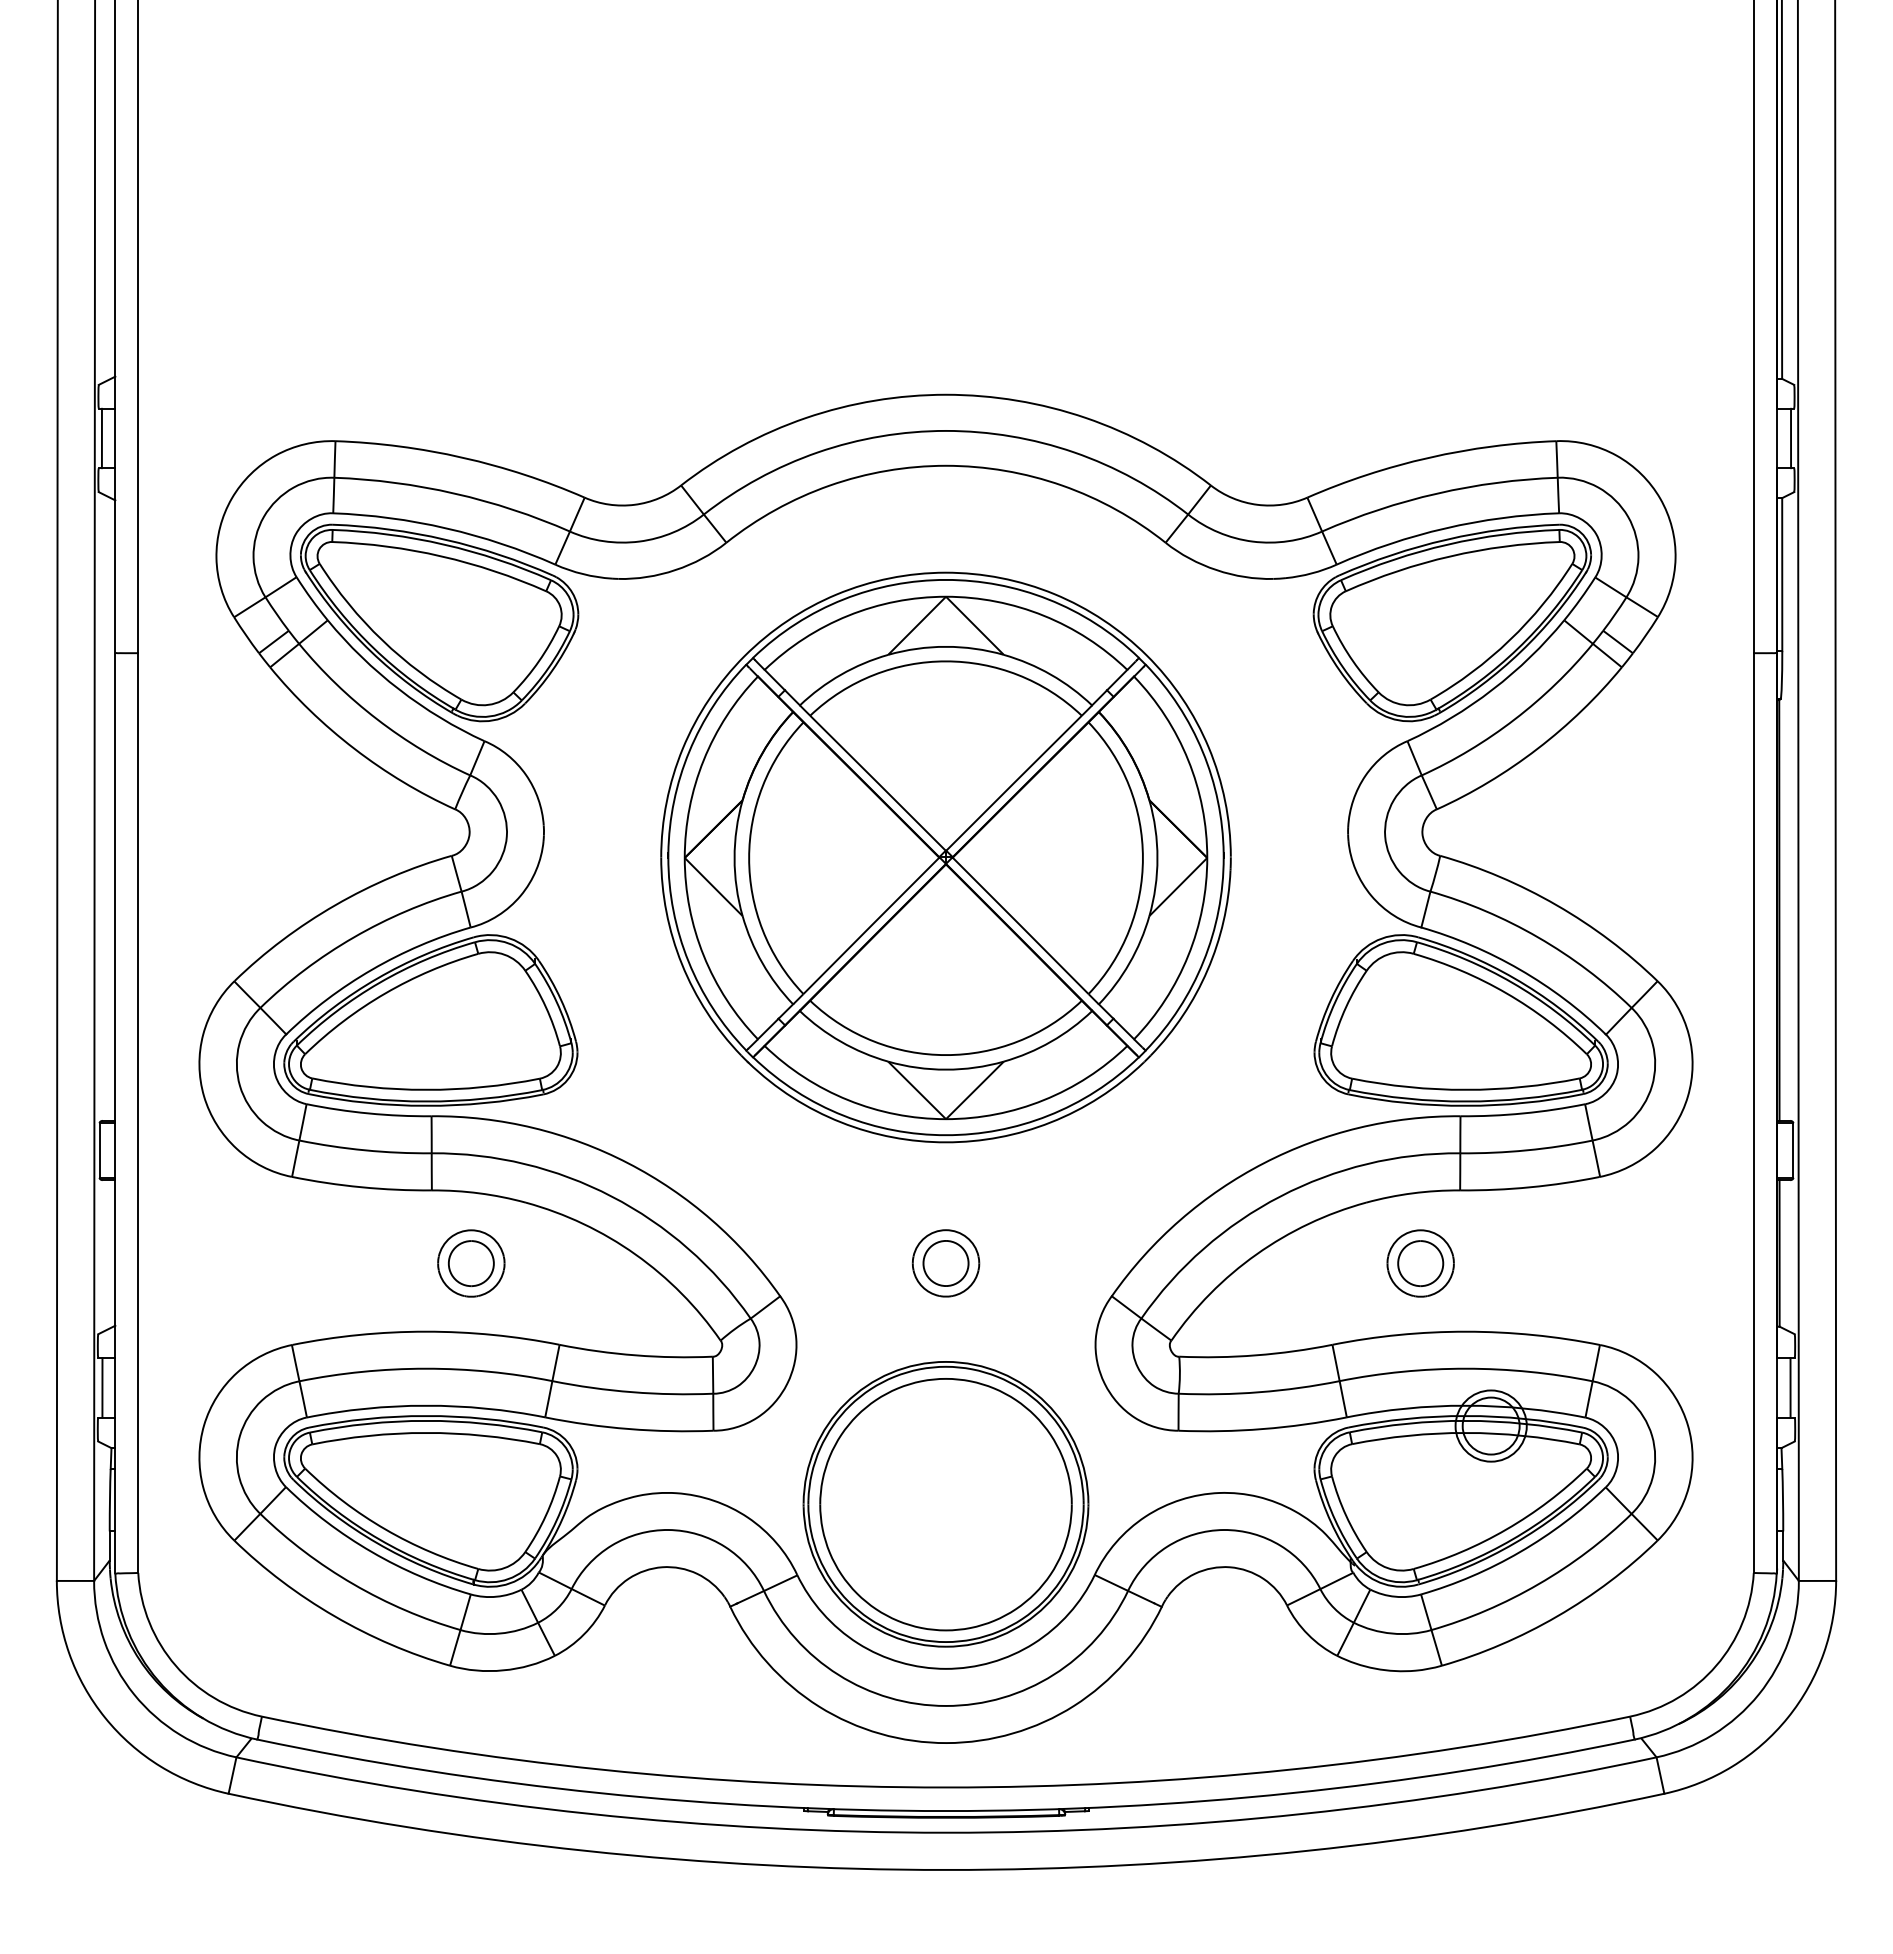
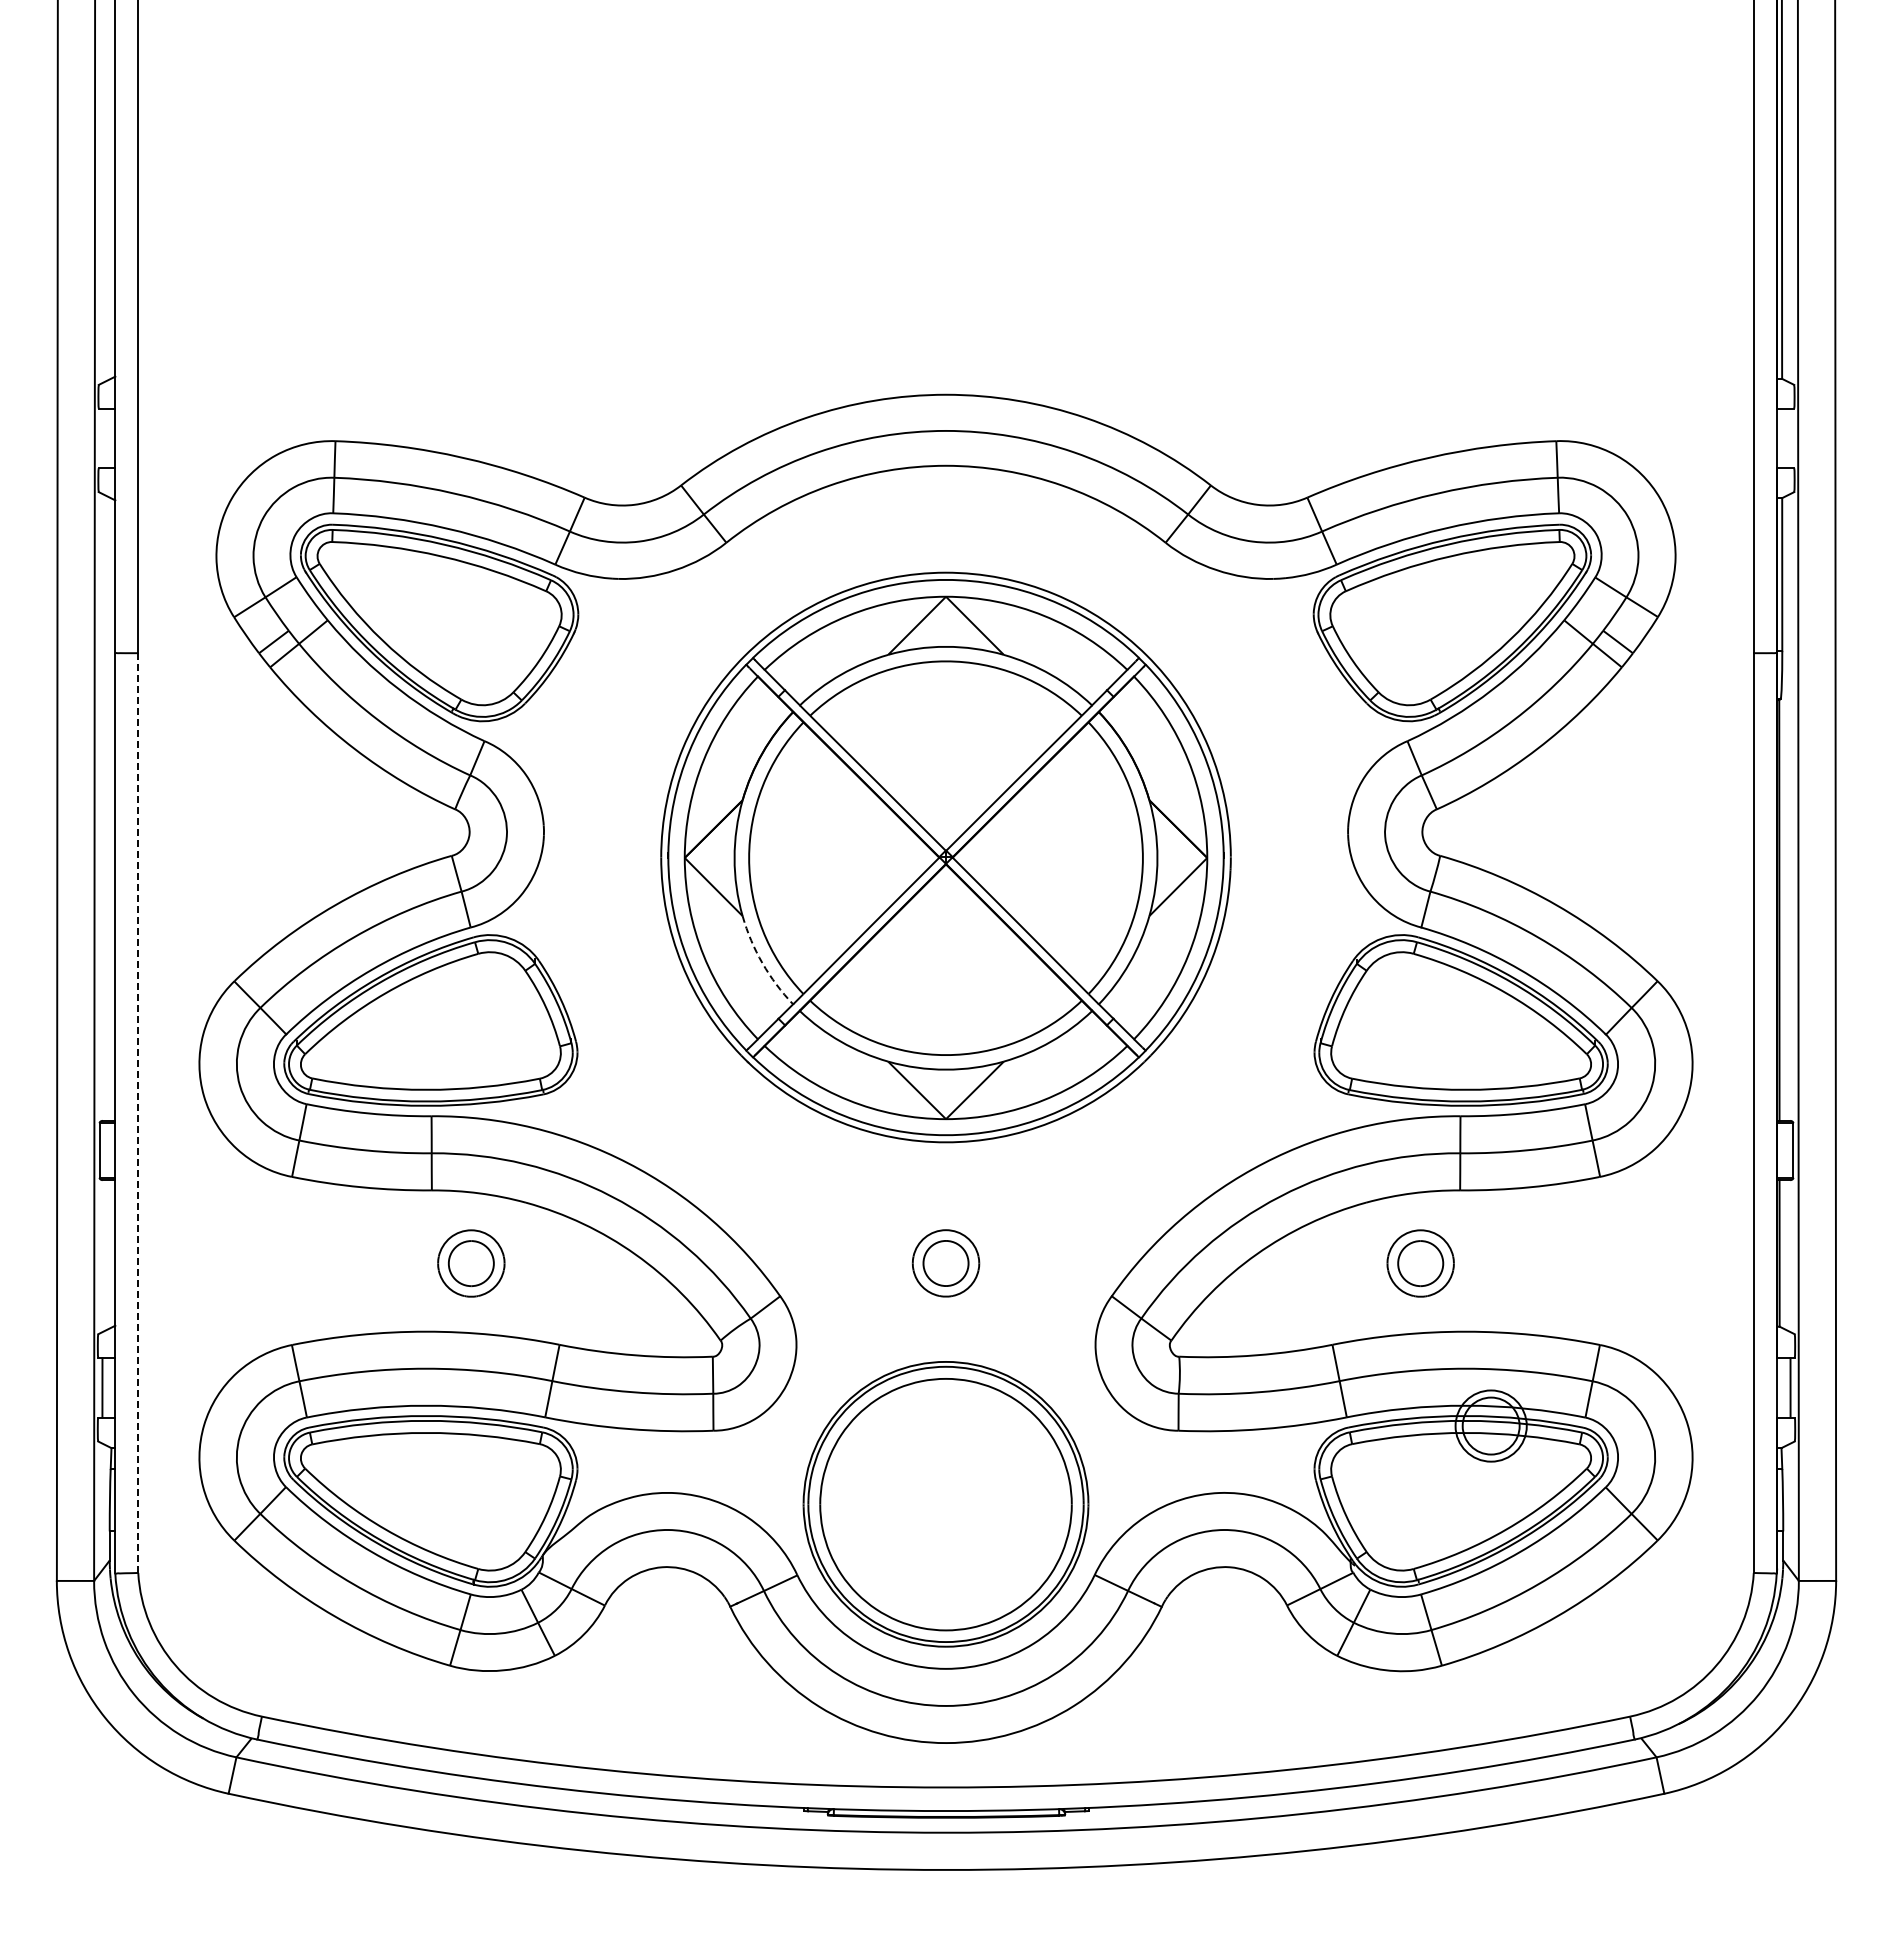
line at (101, 438): present -> none
line at (1791, 438): present -> none
arc at (762, 963): solid -> dashed
line at (138, 1113): solid -> dashed
